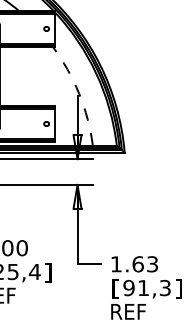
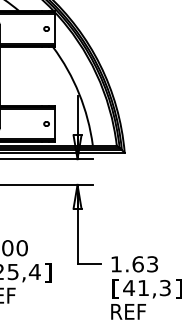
arc at (79, 93): dashed -> solid
text at (129, 288): 91,3 -> 41,3
